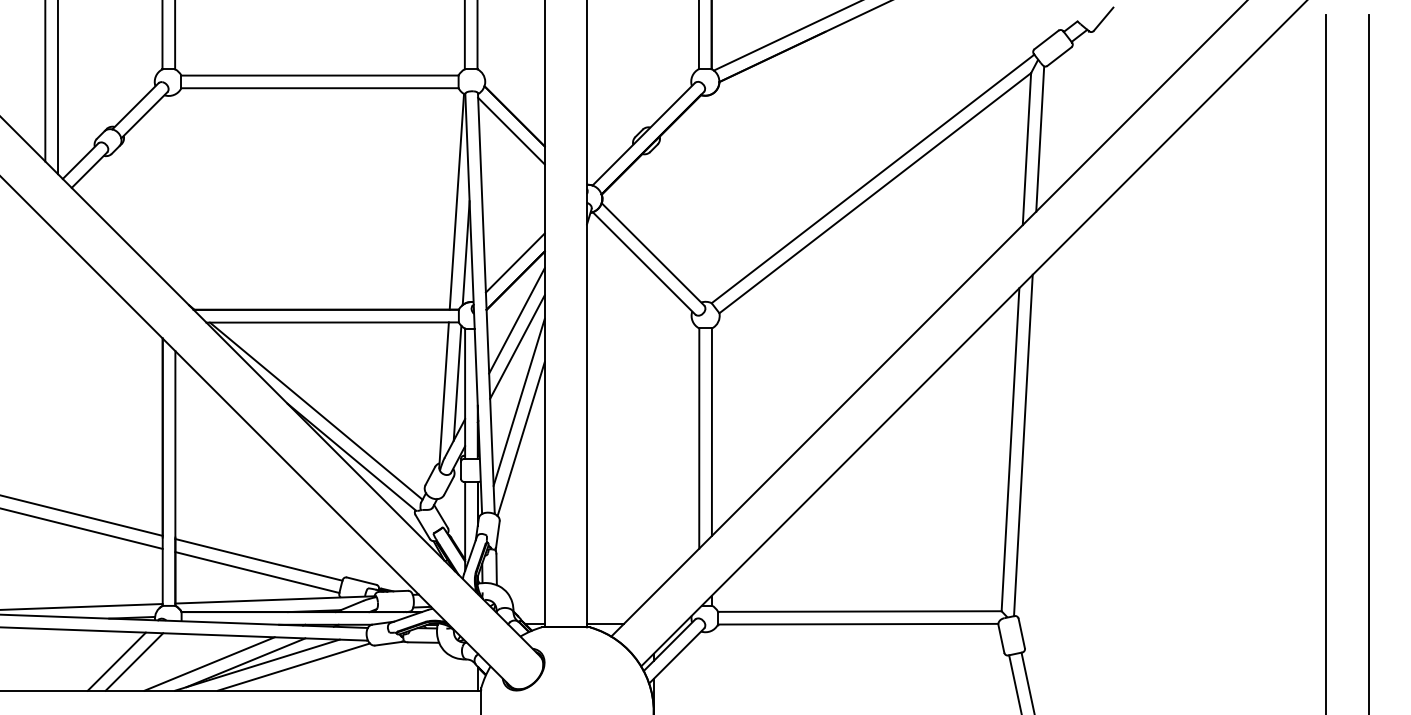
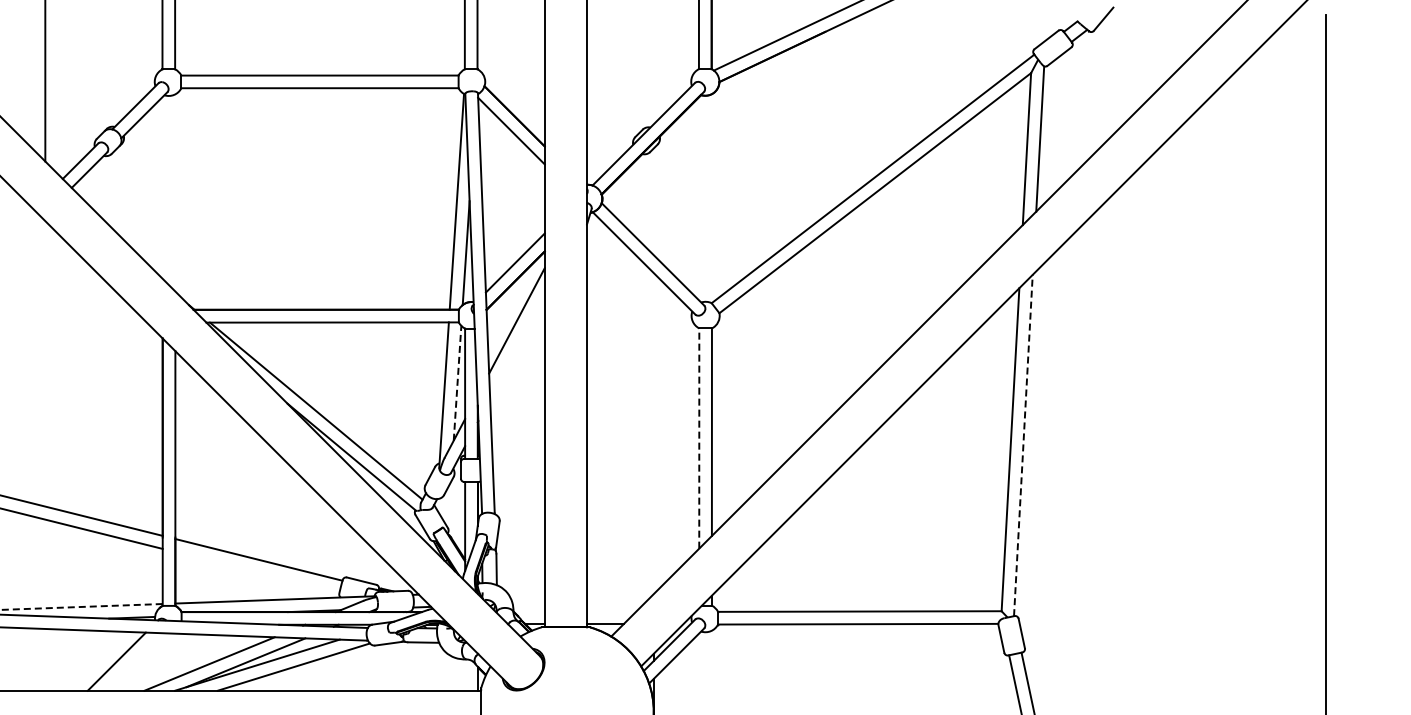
line at (57, 88): present -> none
line at (517, 346): present -> none
line at (1368, 362): present -> none
line at (457, 383): solid -> dashed
line at (518, 401): present -> none
line at (699, 438): solid -> dashed
line at (520, 439): present -> none
line at (1023, 445): solid -> dashed
line at (257, 572): present -> none
line at (80, 606): solid -> dashed
line at (134, 661): present -> none
